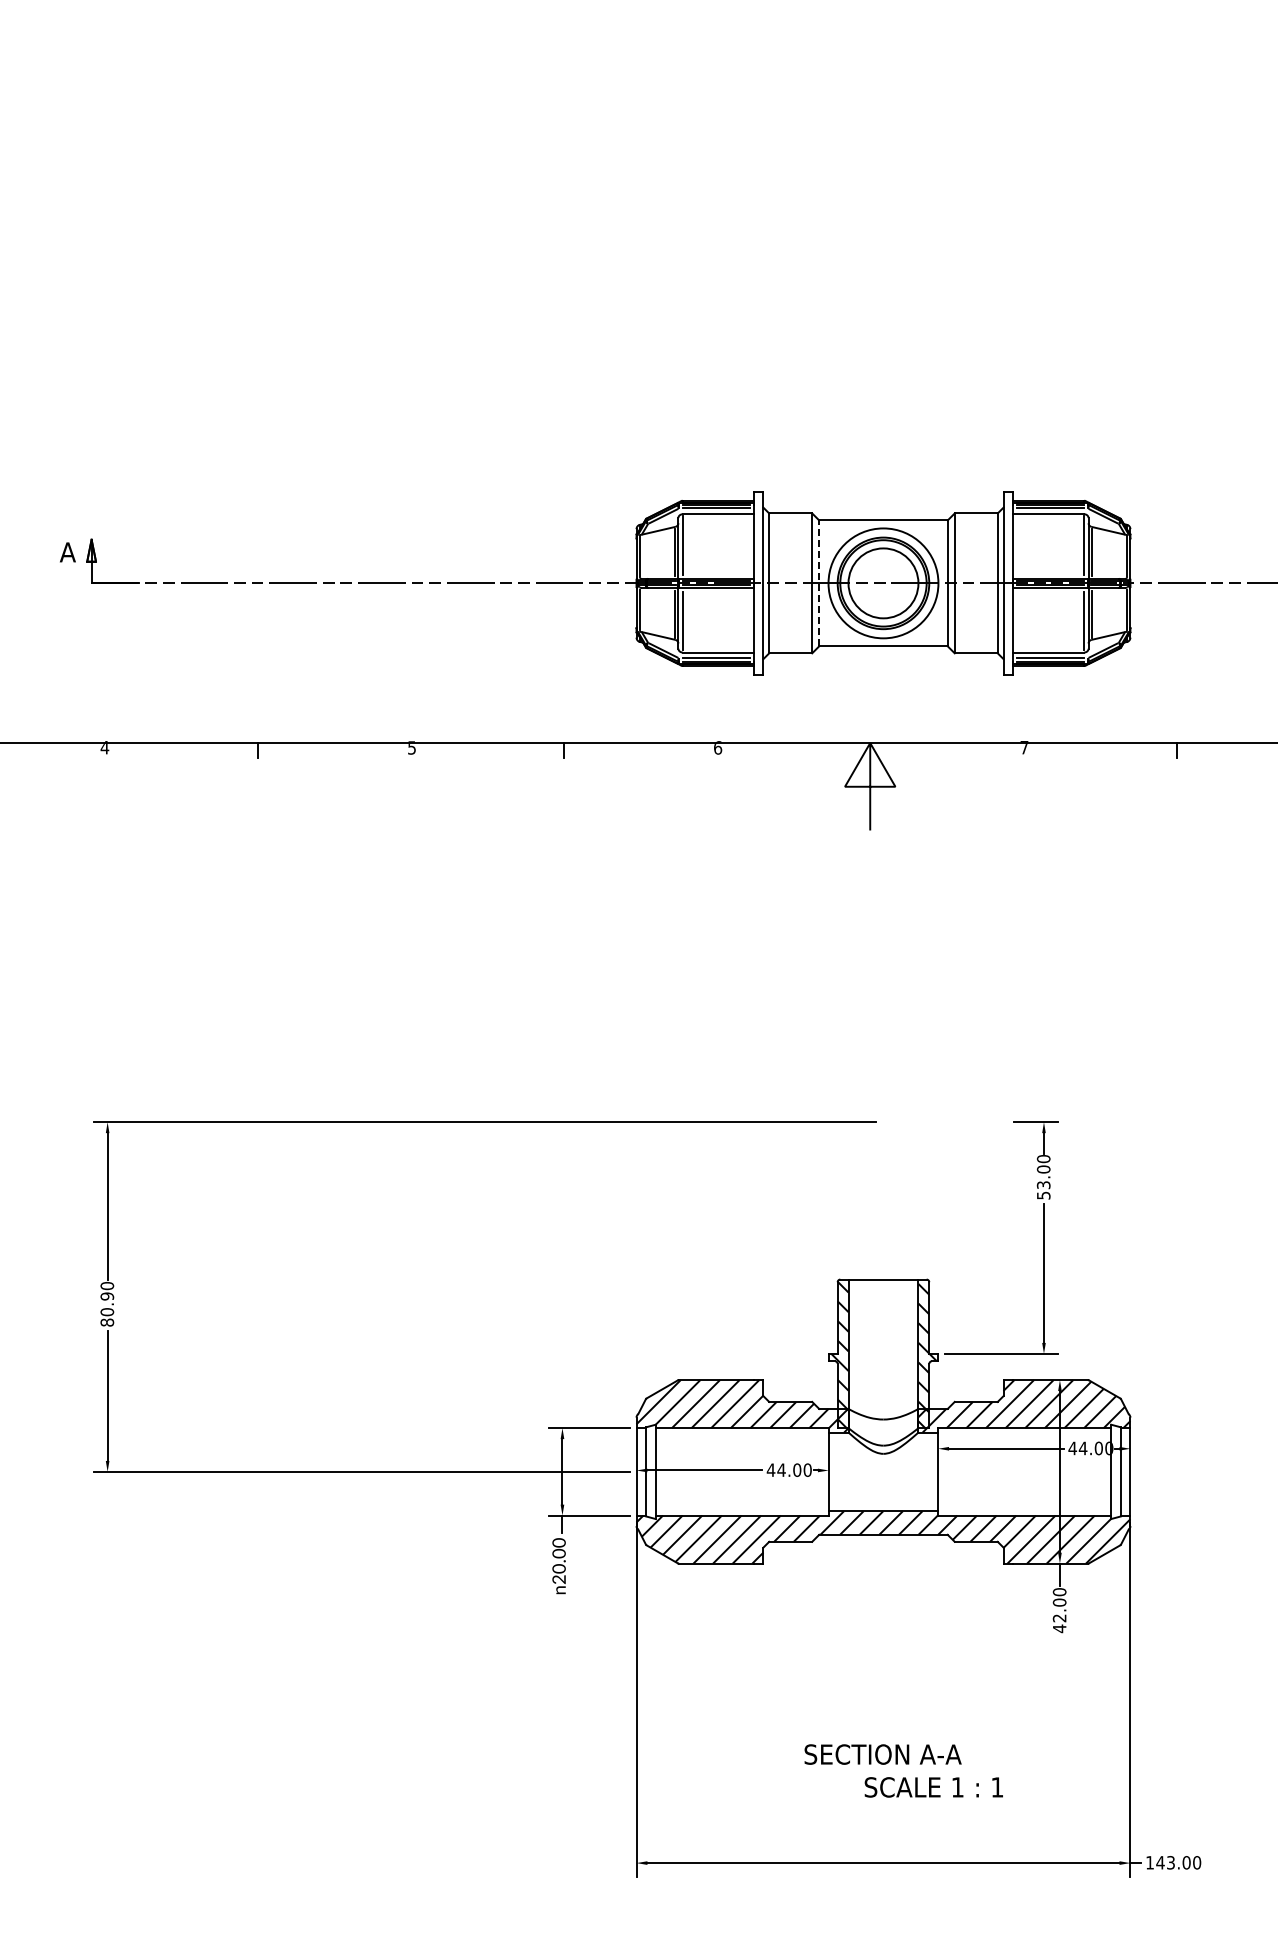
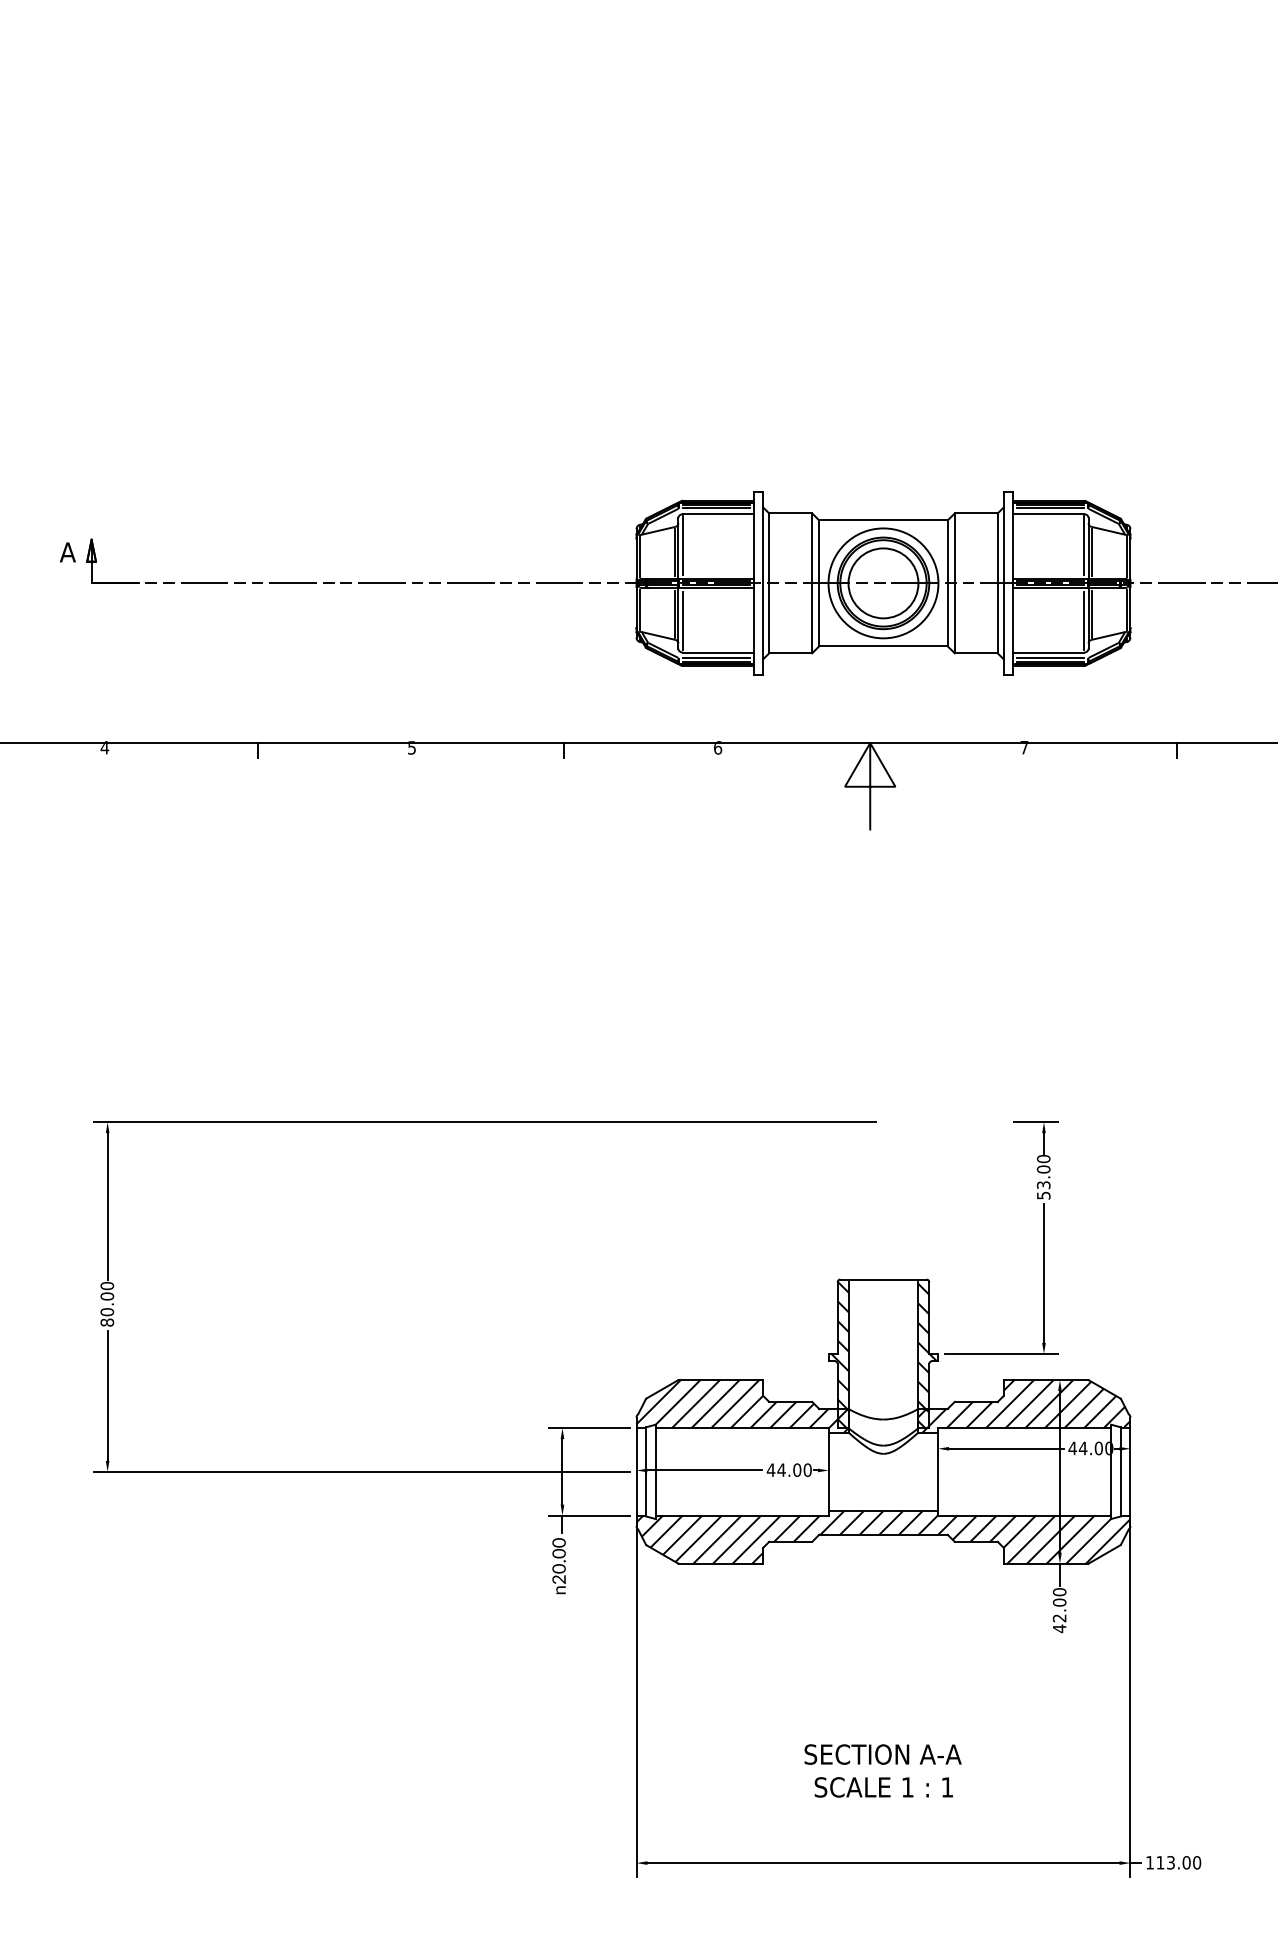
line at (819, 583): dashed -> solid
text at (107, 1296): 80.90 -> 80.00
text at (933, 1787) position: (933, 1787) -> (883, 1787)
text at (1160, 1862): 143.00 -> 113.00
